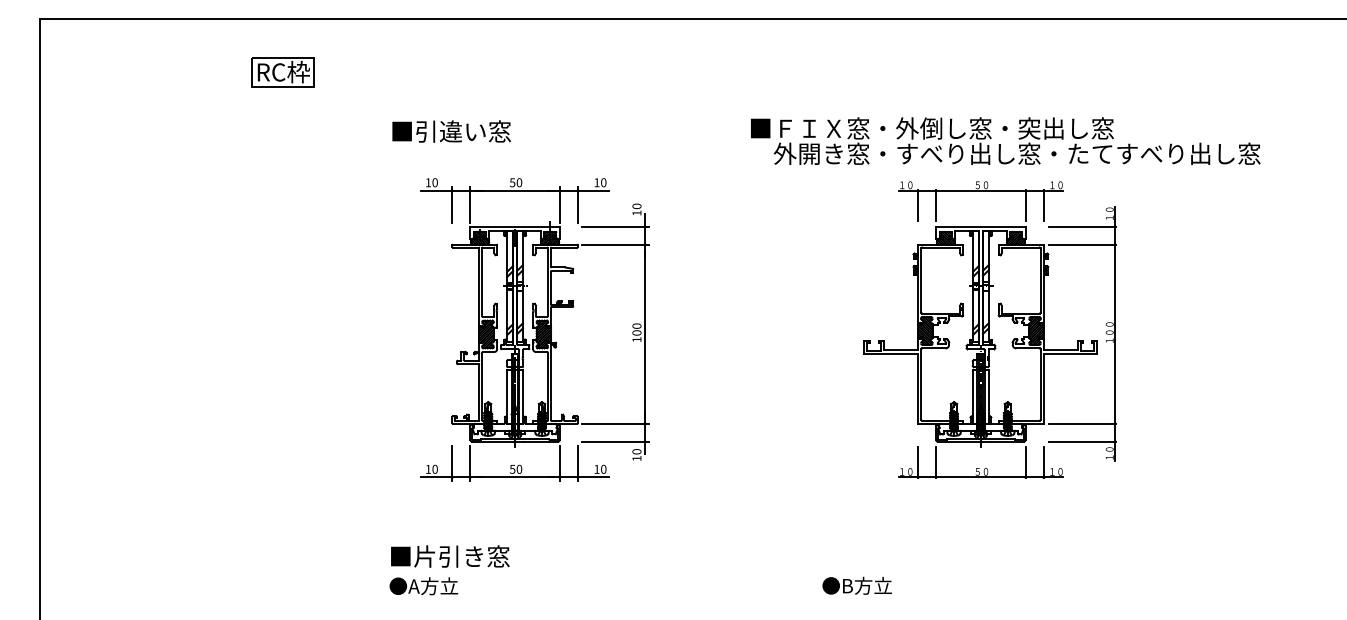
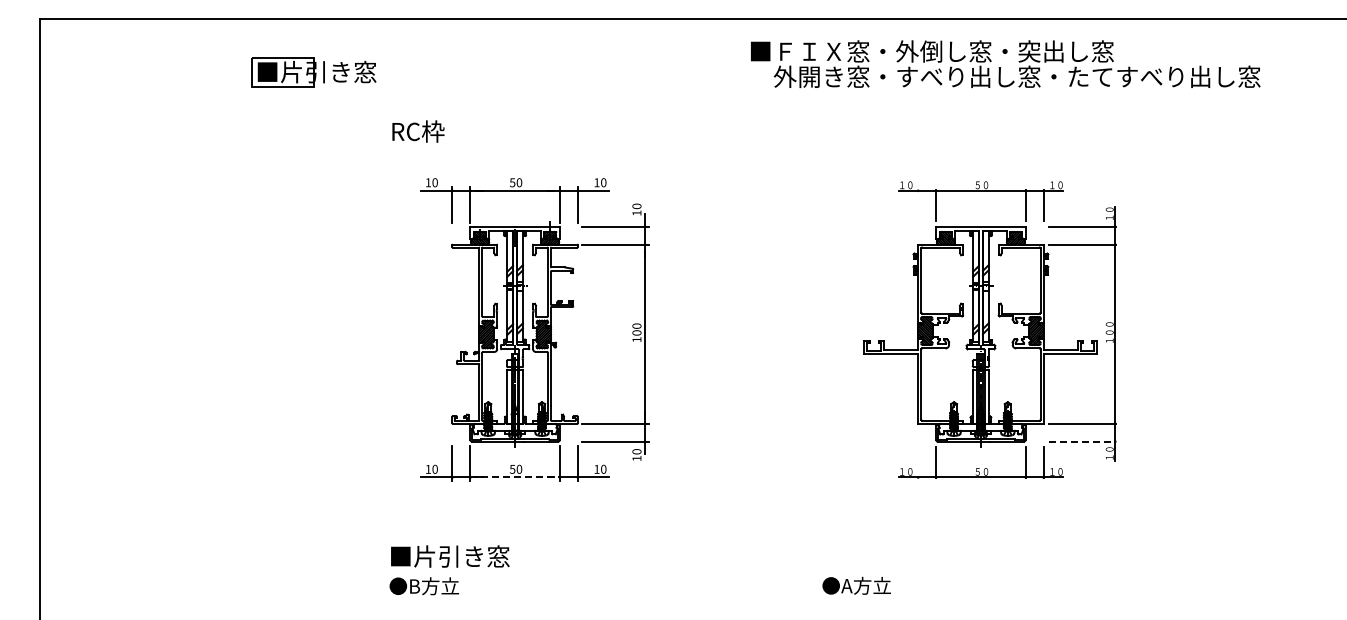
text at (316, 71): RC枠 -> ■片引き窓
text at (451, 131): ■引違い窓 -> RC枠
text at (1005, 140) position: (1005, 140) -> (1005, 63)
line at (918, 205): present -> none
line at (1082, 441): solid -> dashed
line at (918, 462): present -> none
line at (515, 477): solid -> dashed
text at (866, 585): ●B方立 -> ●A方立
text at (433, 586): ●A方立 -> ●B方立
